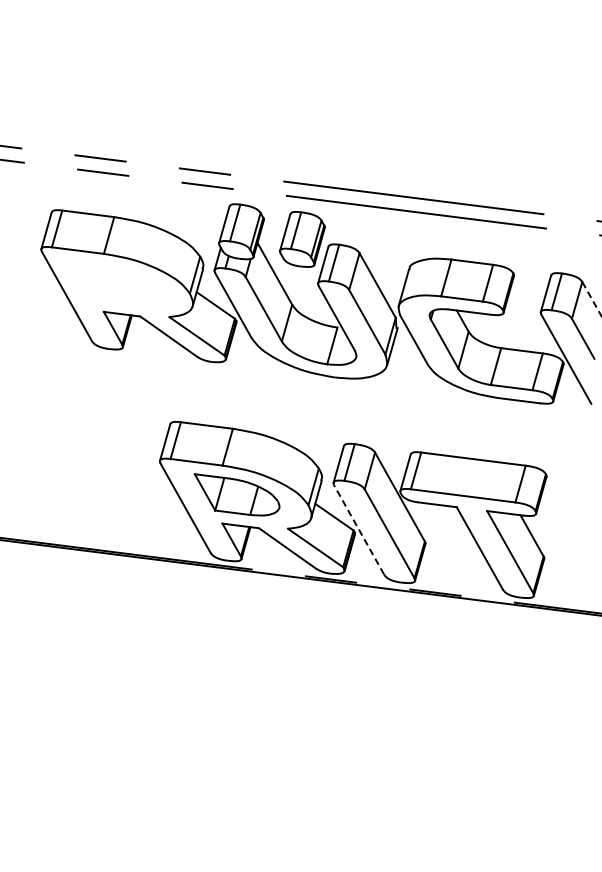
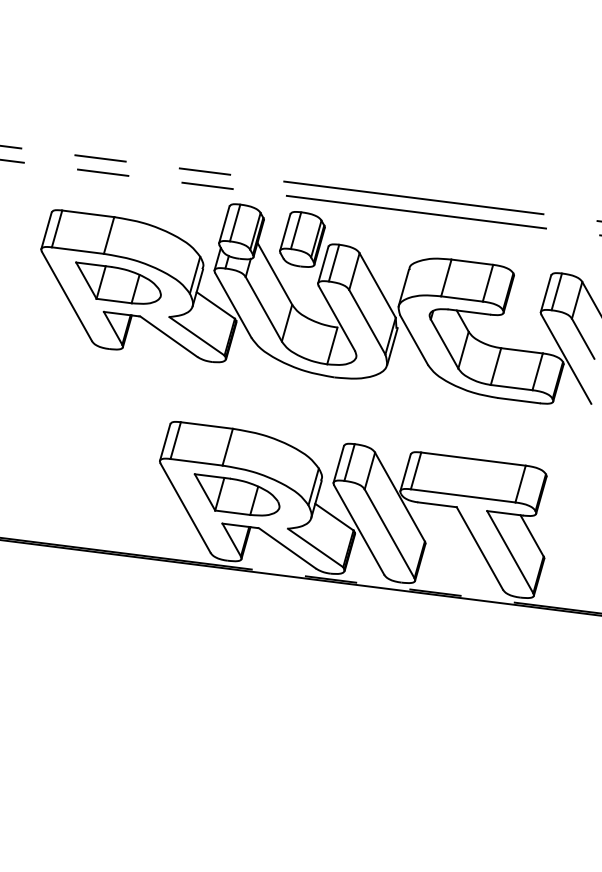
part at (118, 282): none -> present
line at (592, 299): dashed -> solid
line at (359, 530): dashed -> solid
